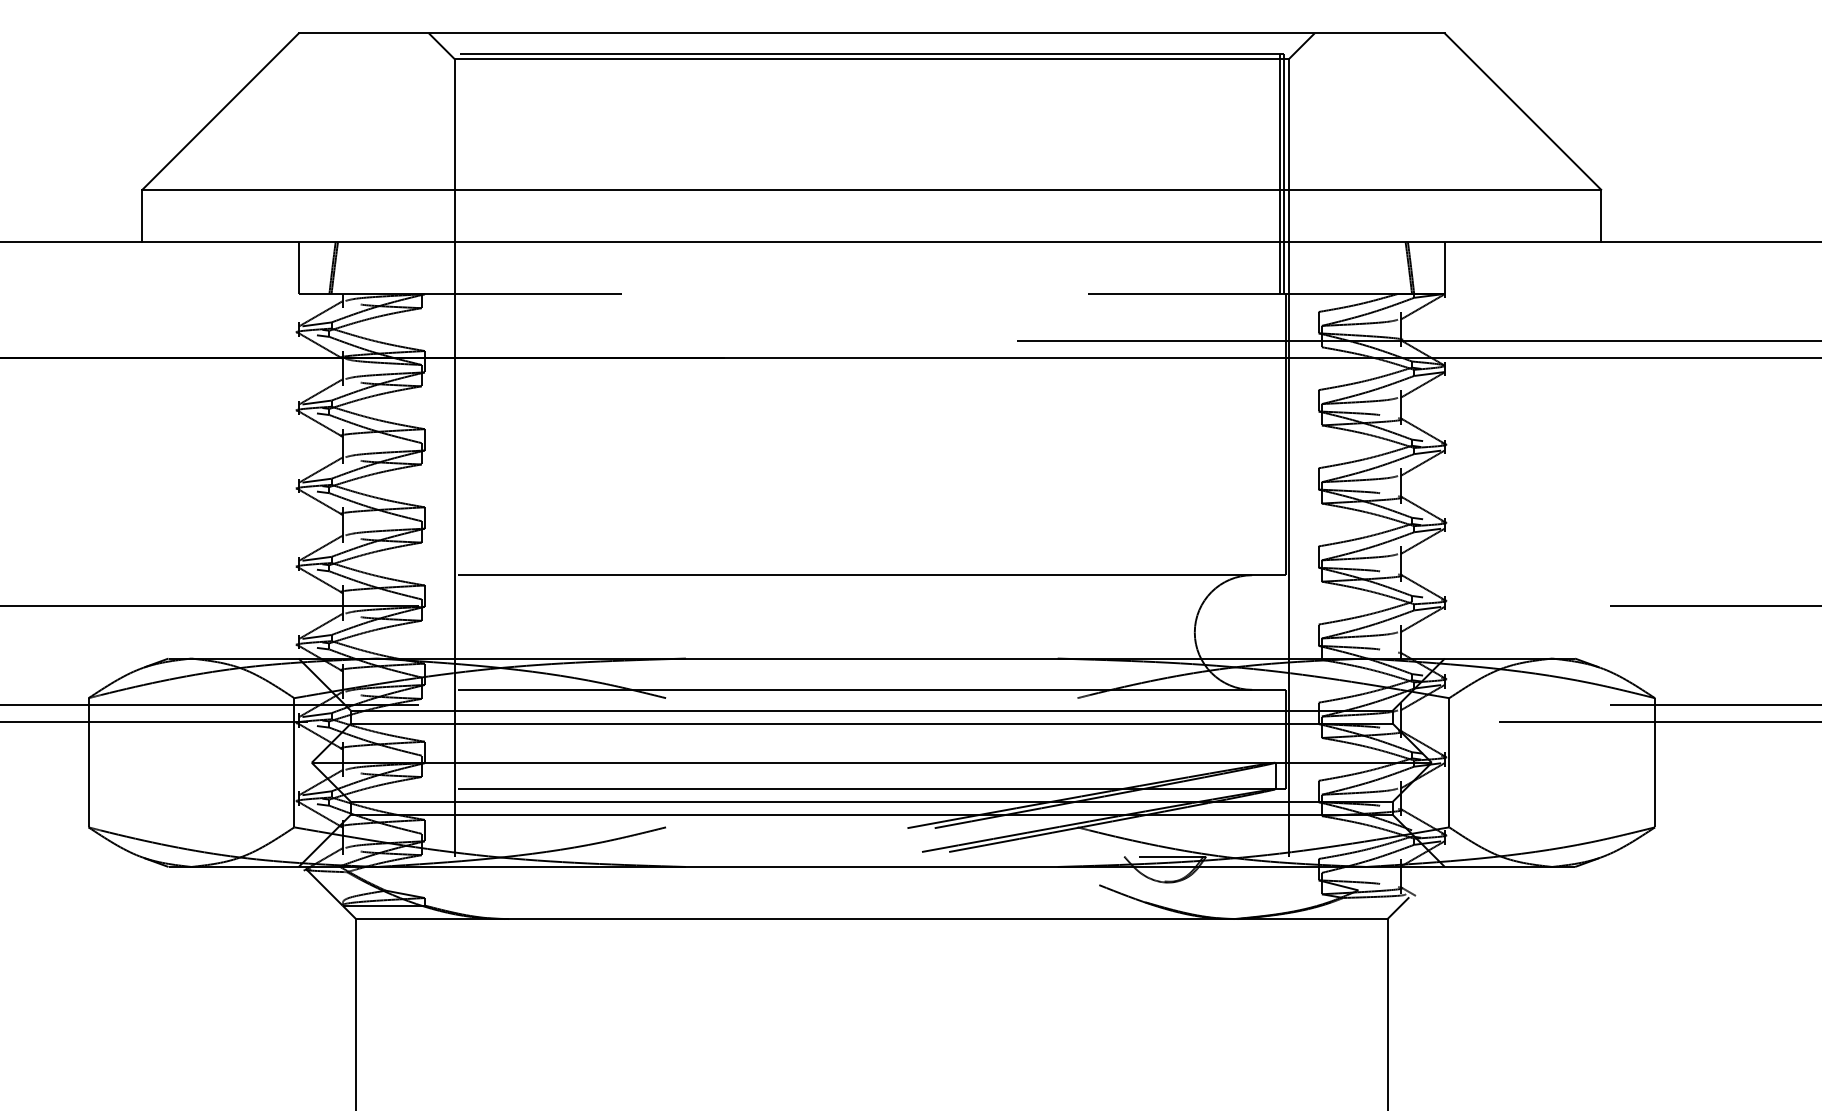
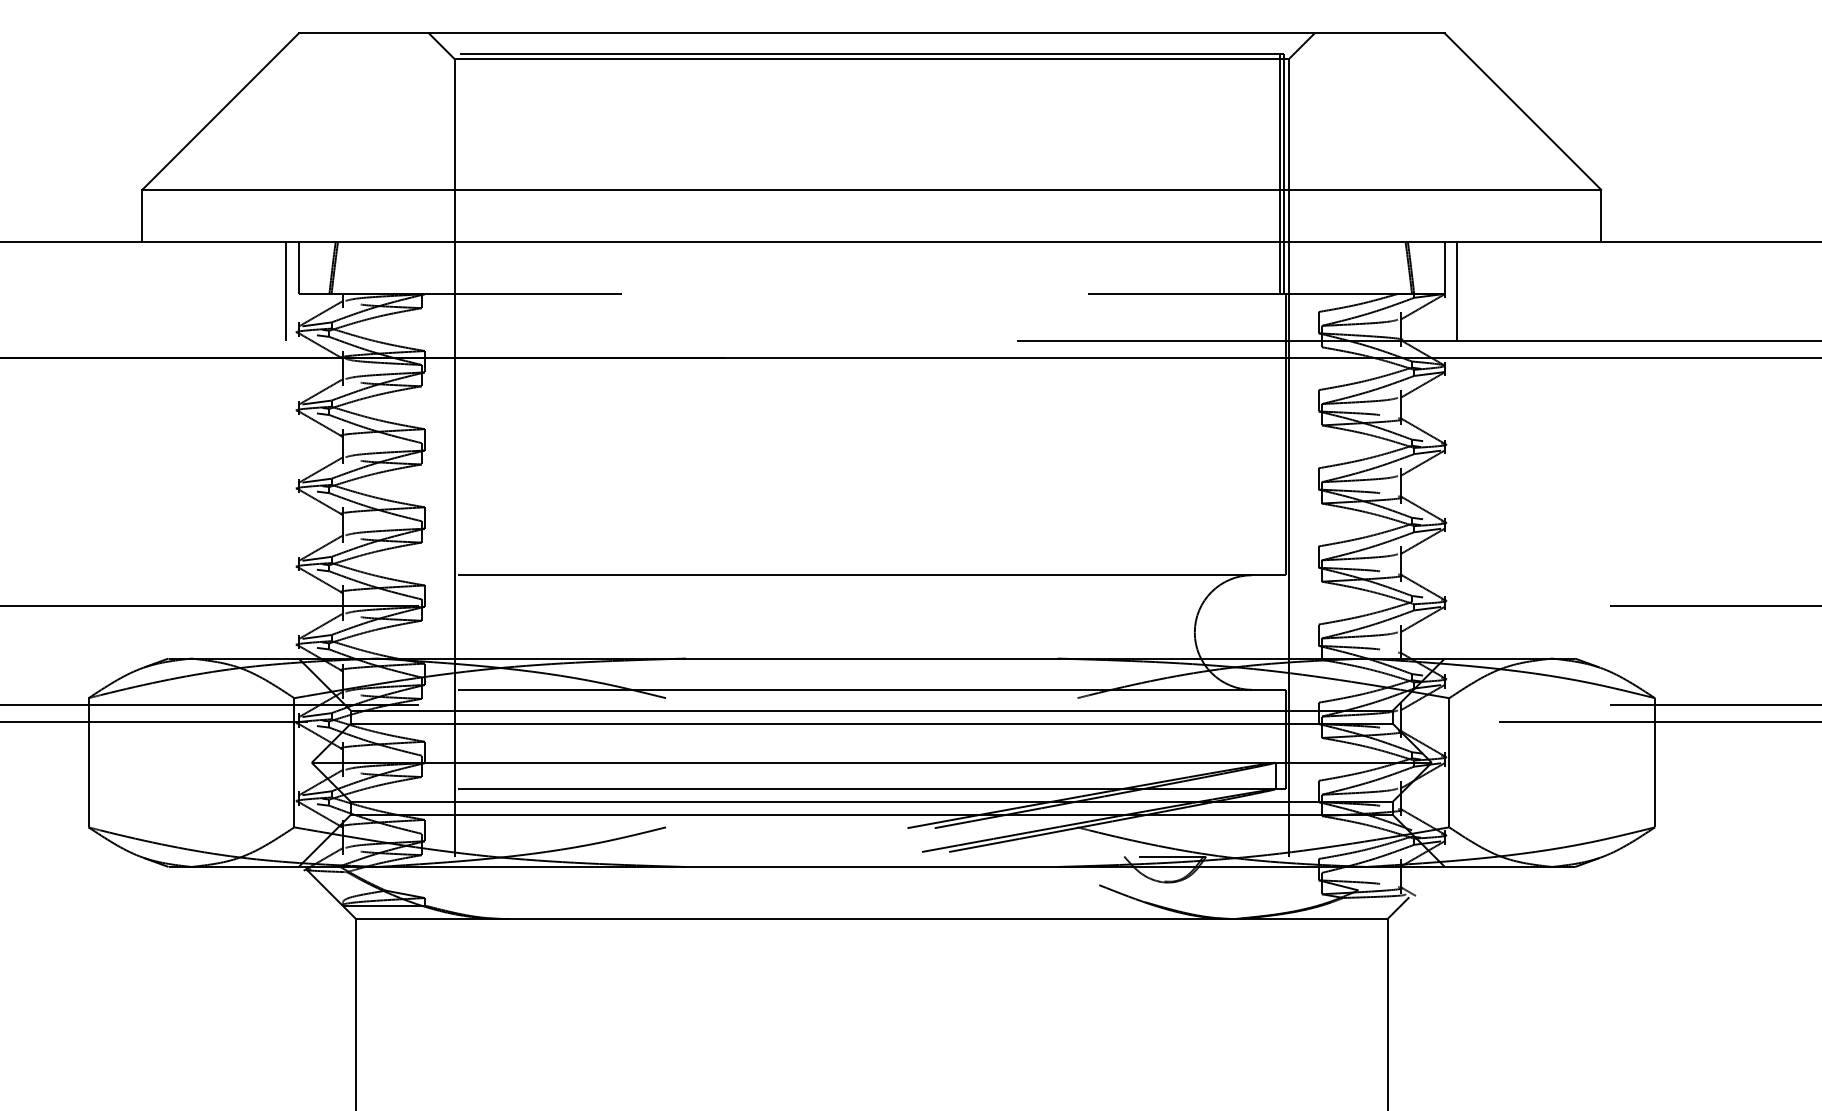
line at (286, 290): none -> present
line at (1457, 290): none -> present
